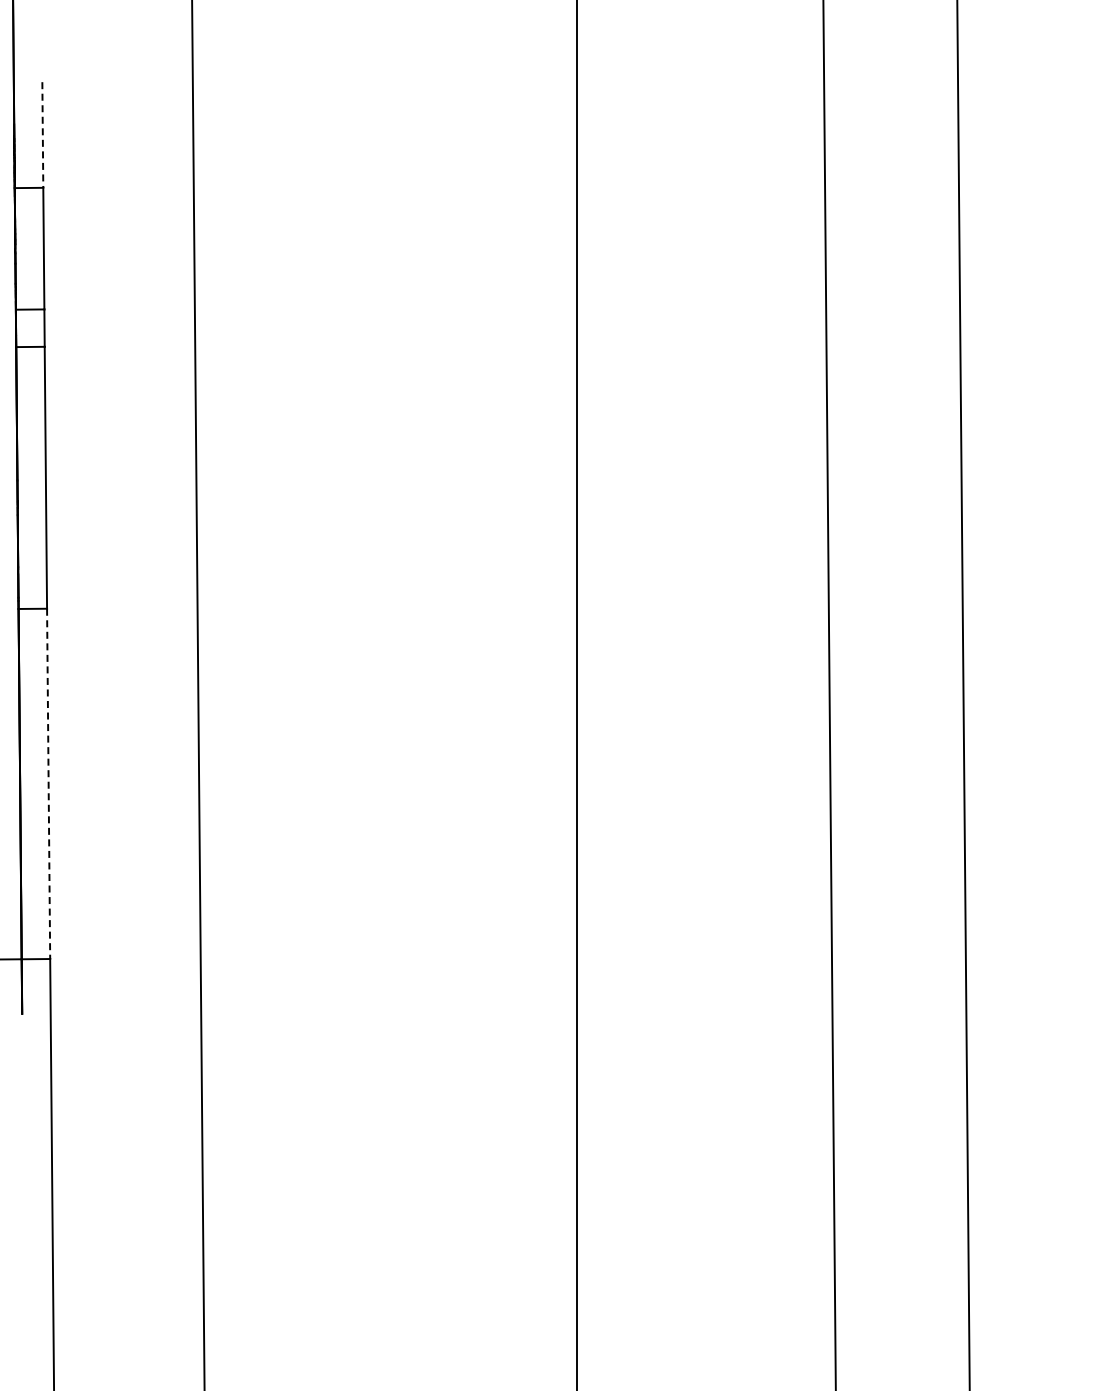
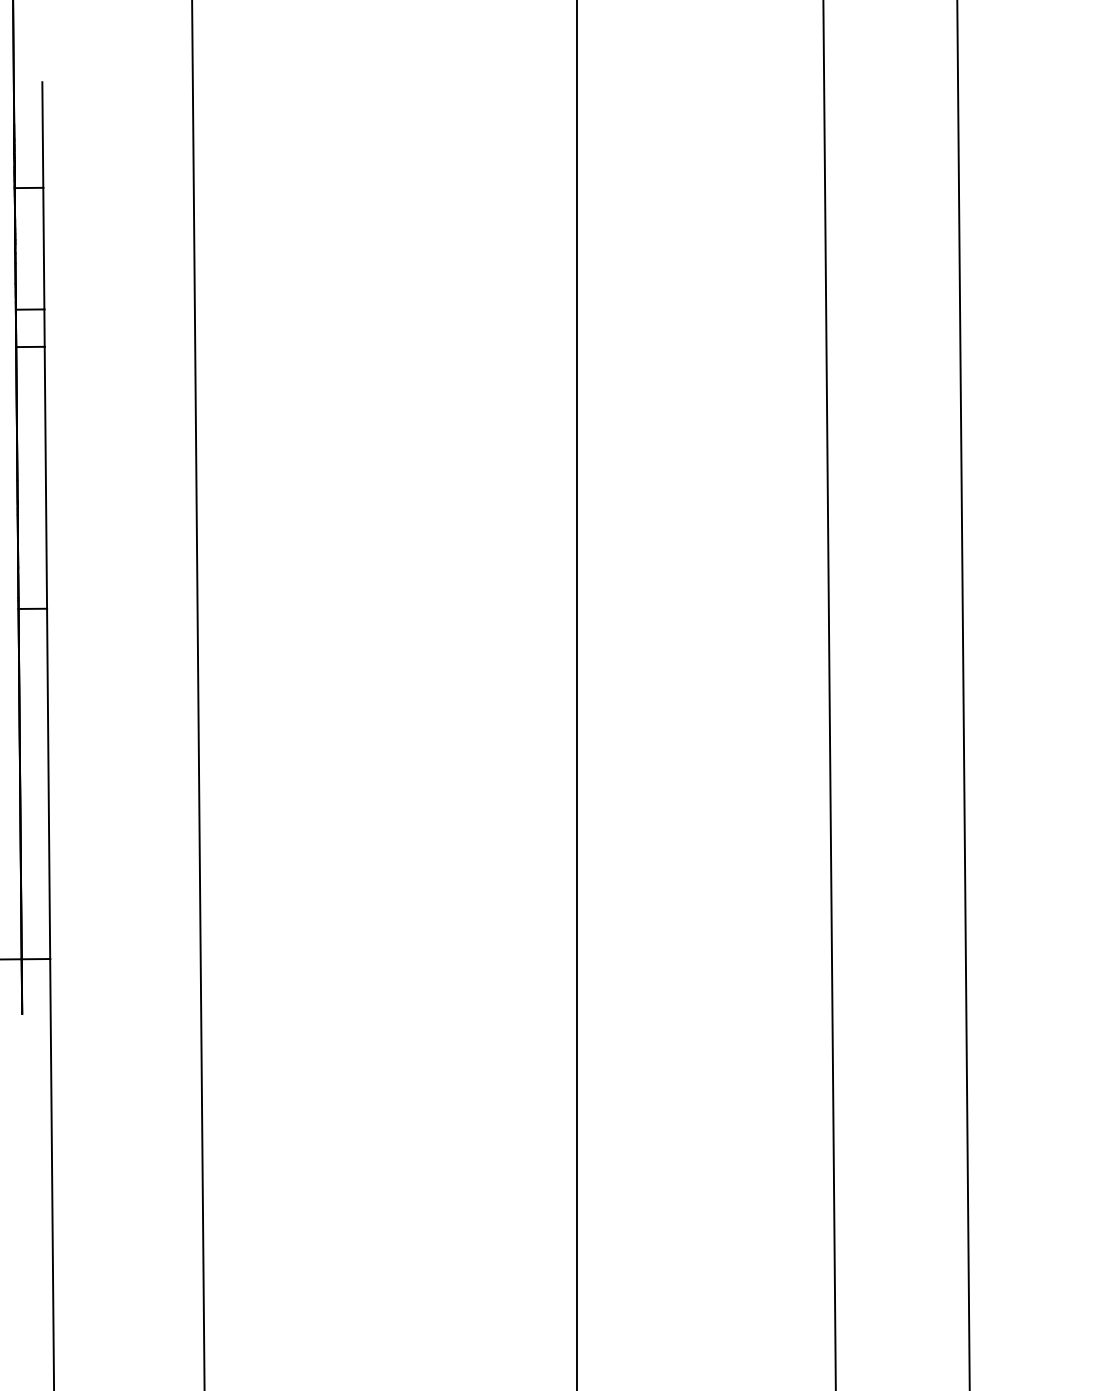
line at (42, 135): dashed -> solid
line at (48, 784): dashed -> solid
